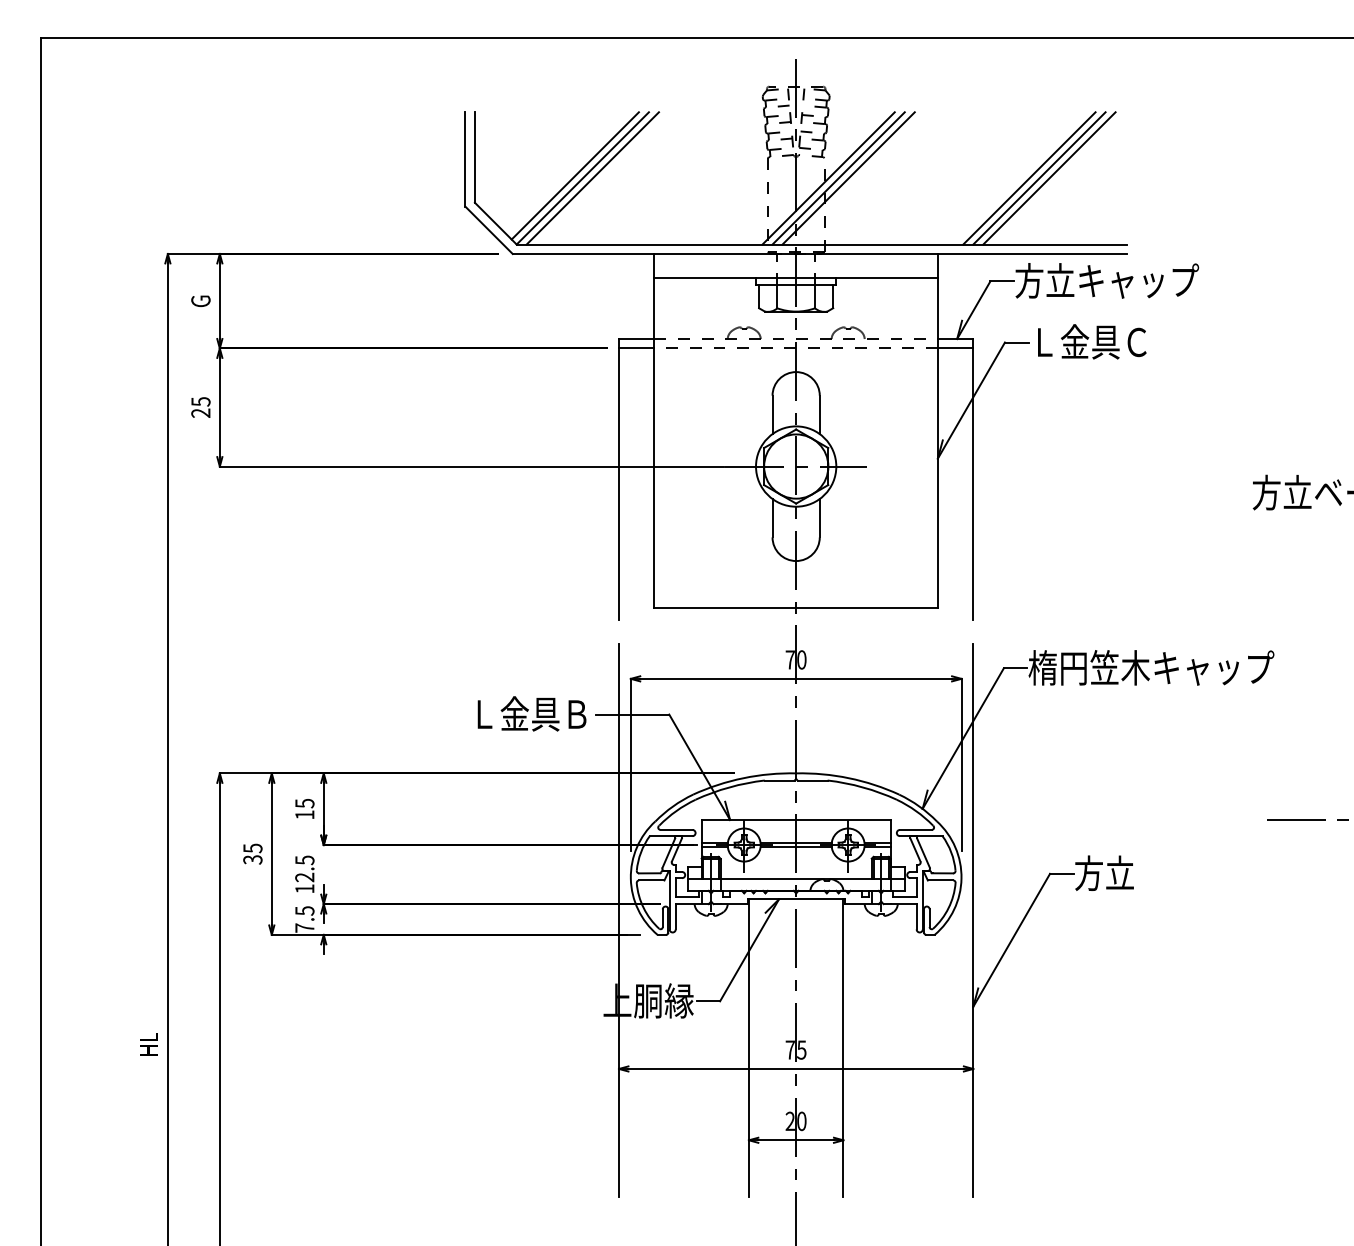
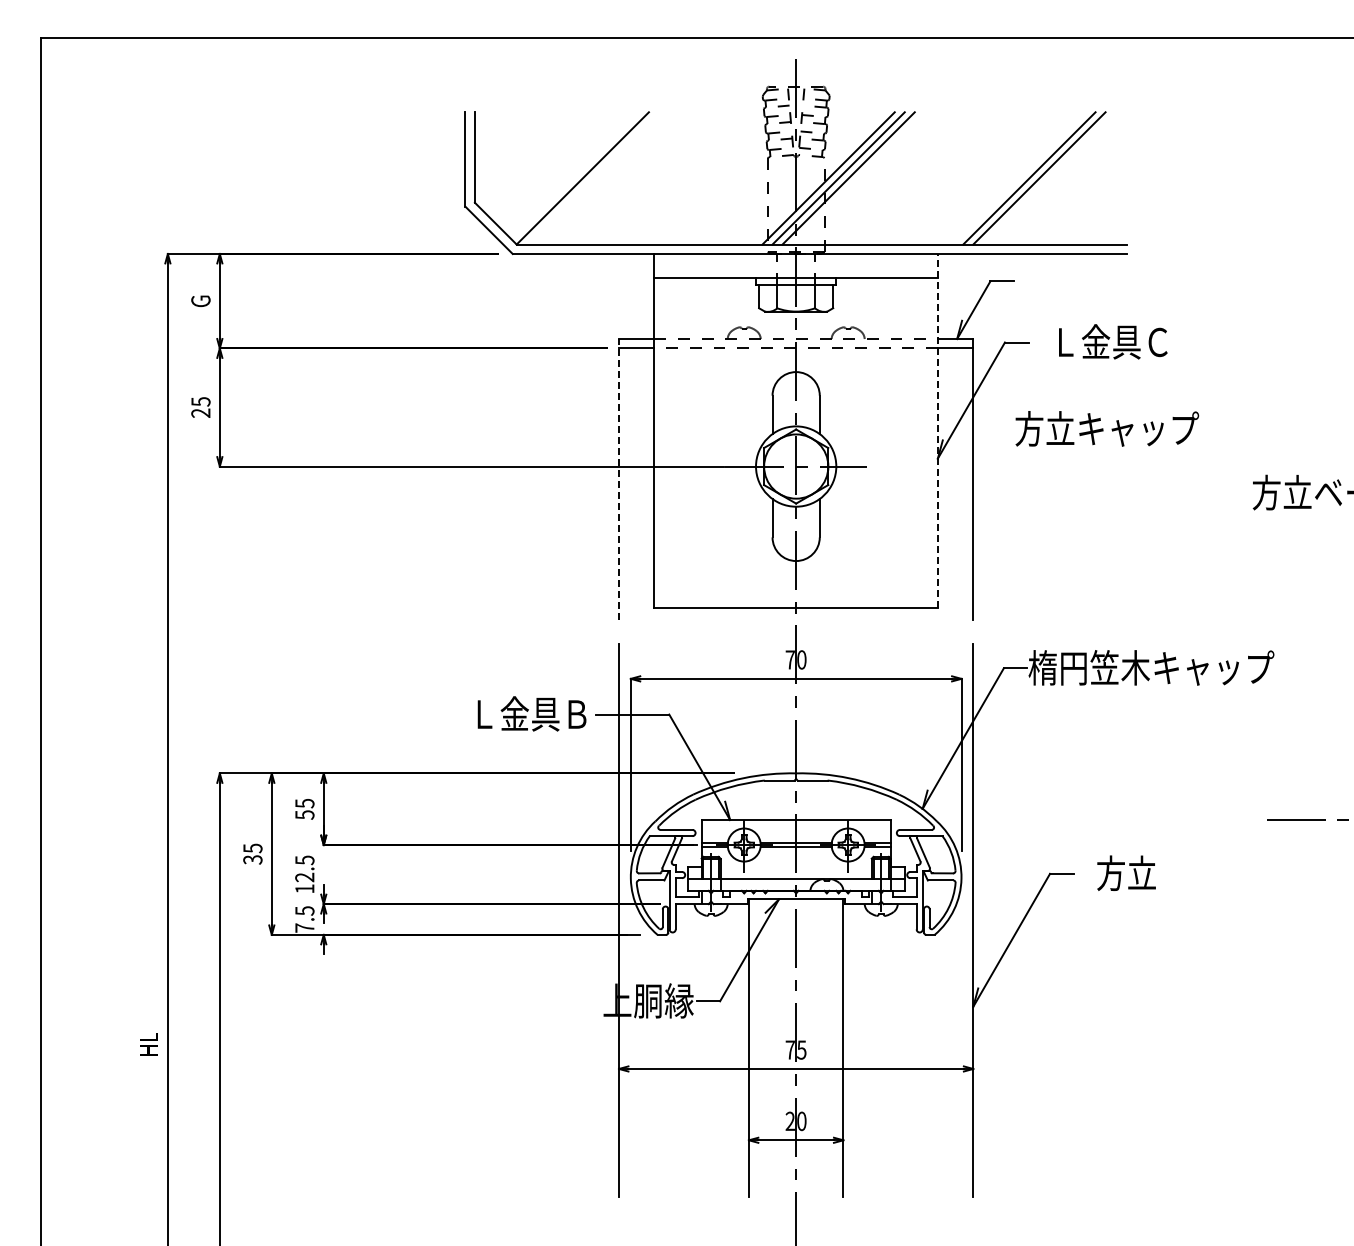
line at (574, 175): present -> none
line at (592, 178): present -> none
line at (1049, 178): present -> none
text at (1107, 280) position: (1107, 280) -> (1107, 428)
text at (1092, 341) position: (1092, 341) -> (1113, 341)
line at (937, 430): solid -> dashed
line at (619, 479): solid -> dashed
text at (304, 814): 15 -> 55
text at (1104, 872) position: (1104, 872) -> (1126, 872)
